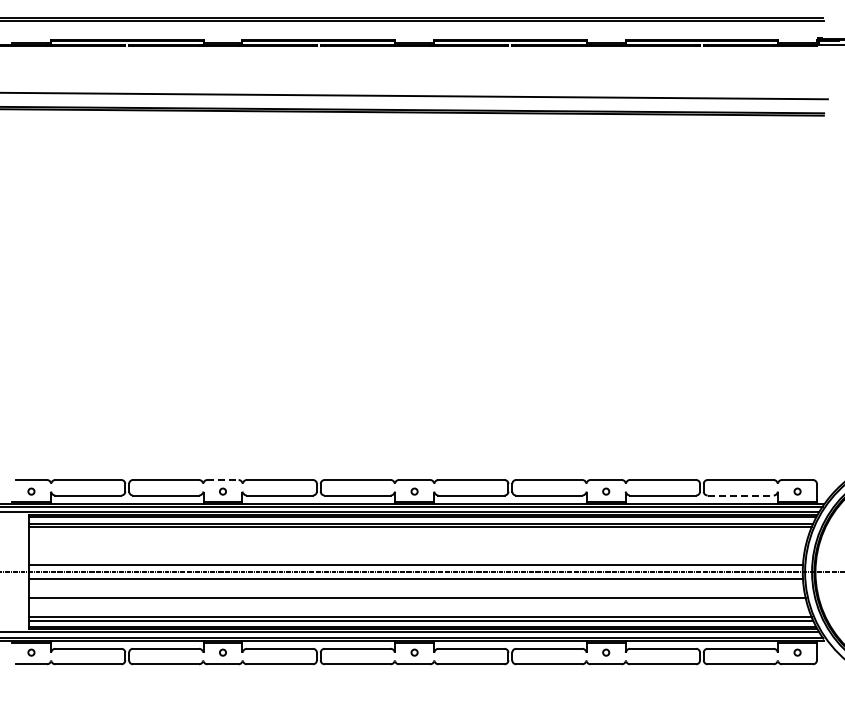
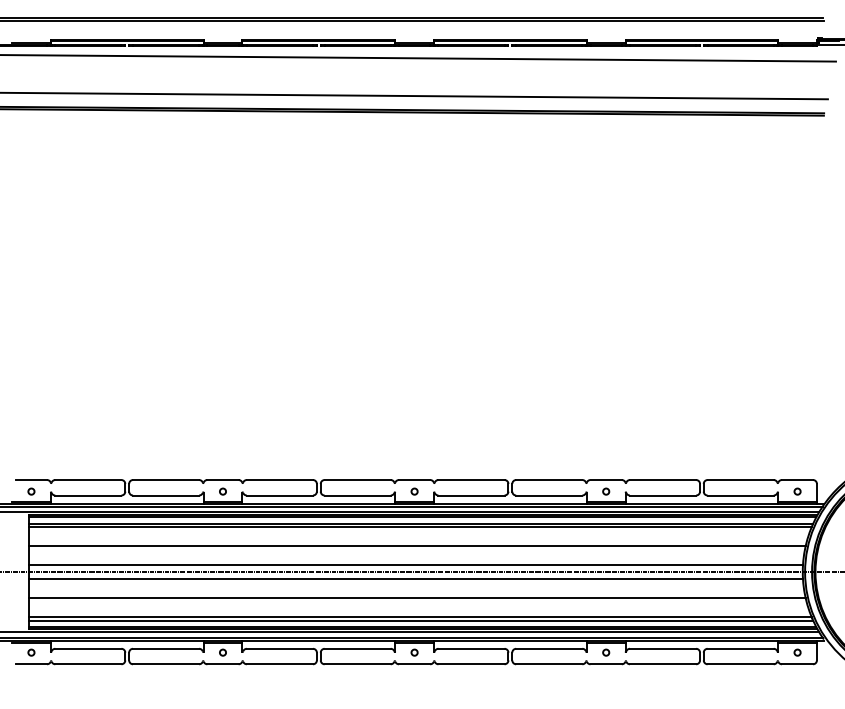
line at (418, 58): none -> present
line at (222, 480): dashed -> solid
line at (741, 495): dashed -> solid
line at (416, 545): none -> present
